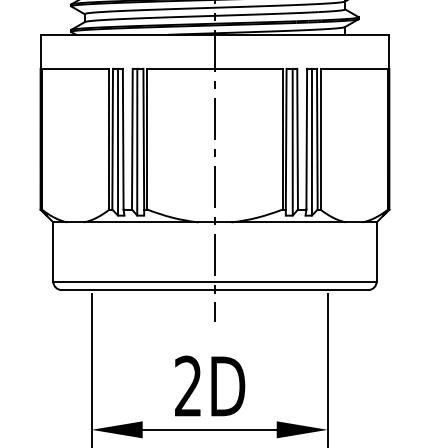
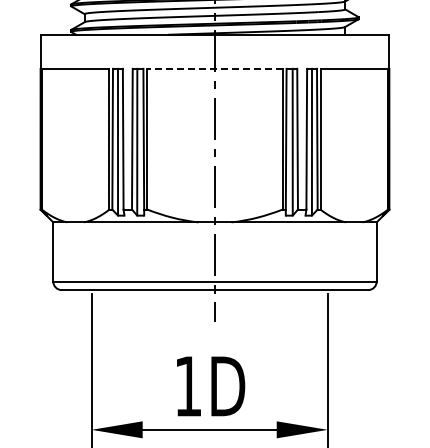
line at (214, 68): solid -> dashed
text at (187, 385): 2D -> 1D
